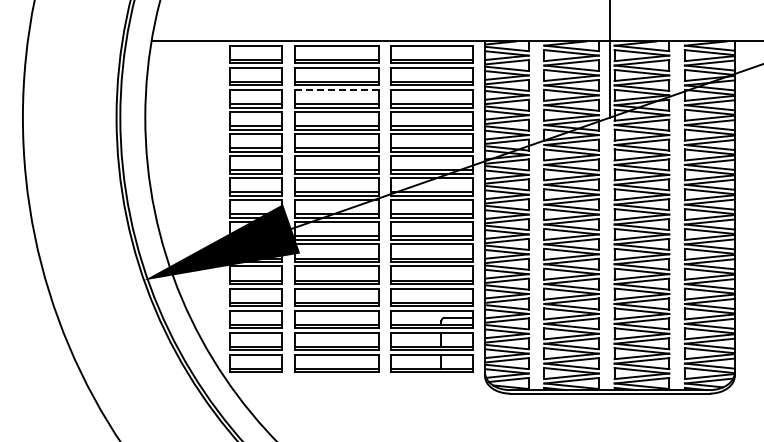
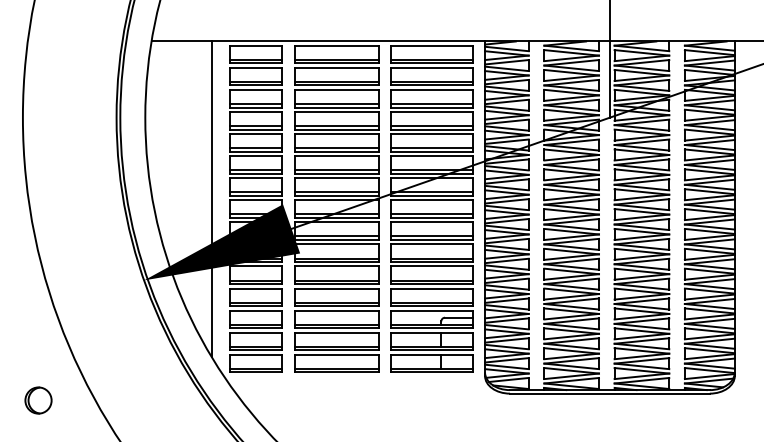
line at (337, 89): dashed -> solid
line at (211, 198): none -> present
part at (38, 400): none -> present
